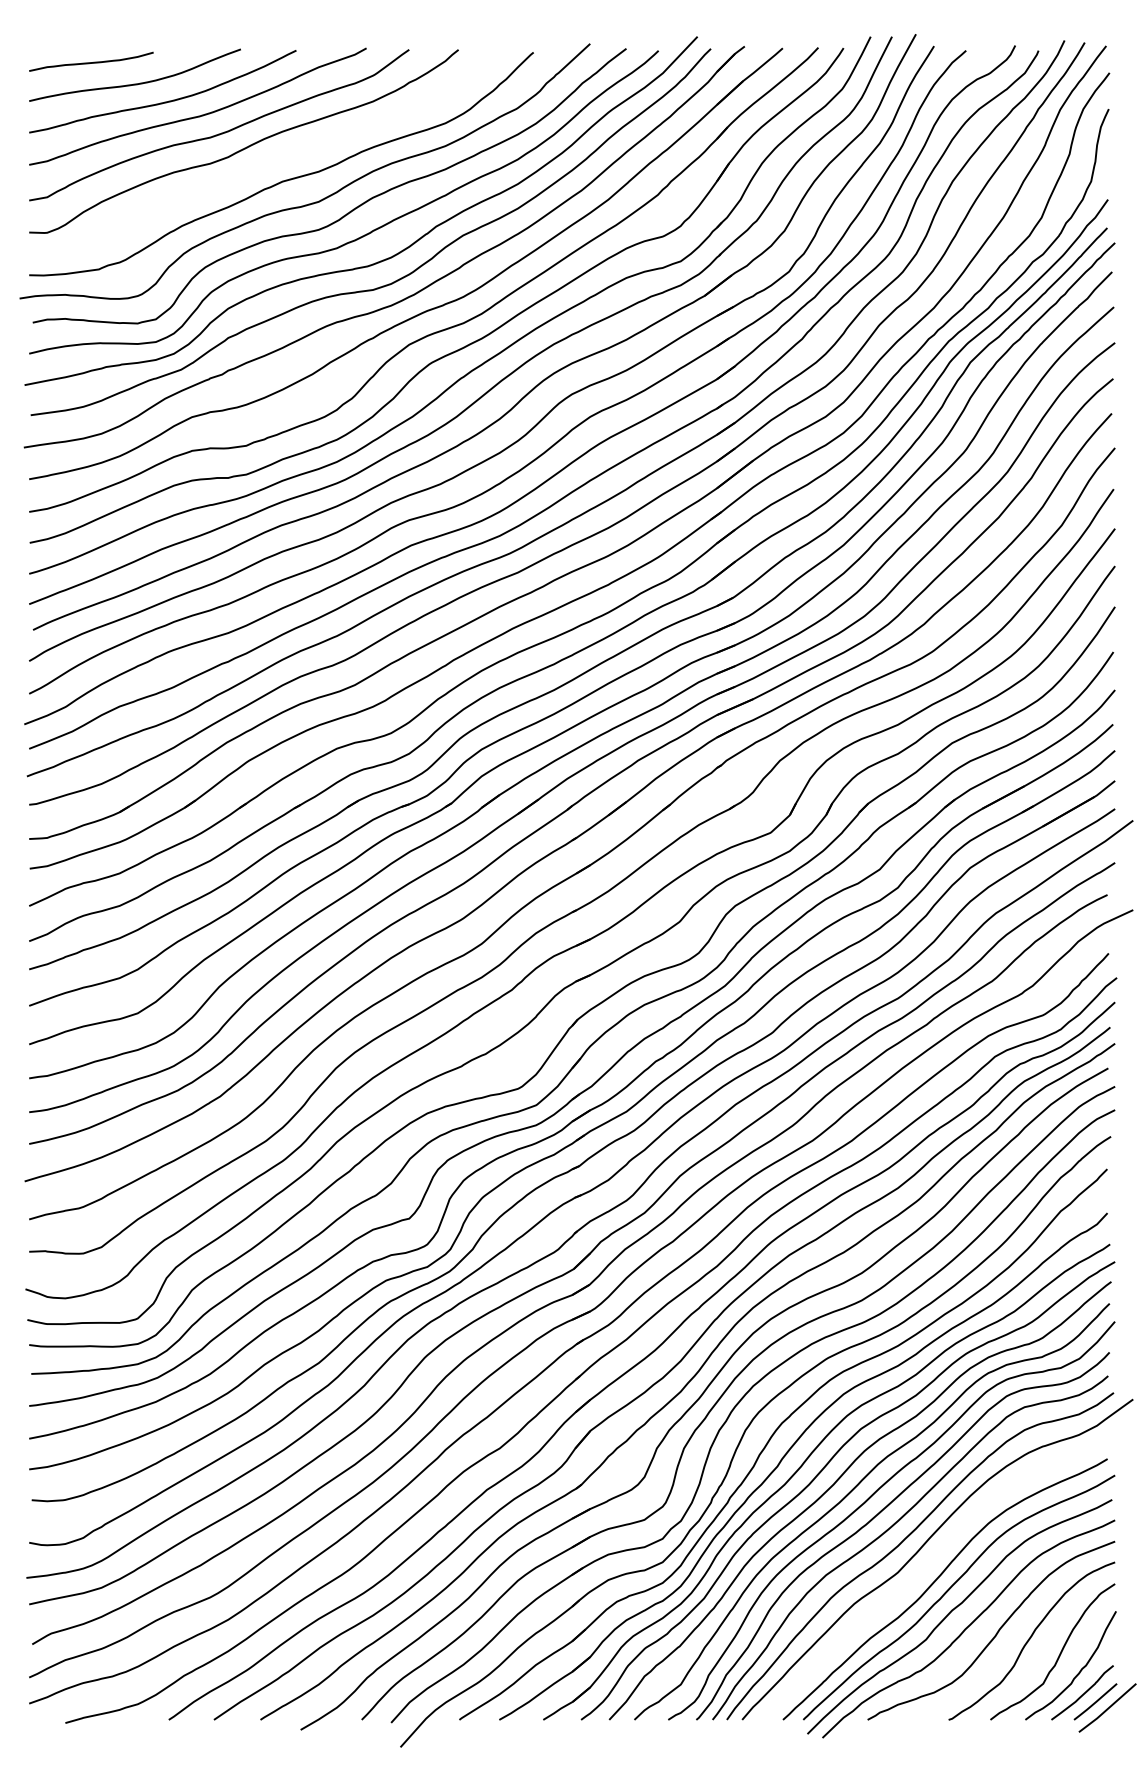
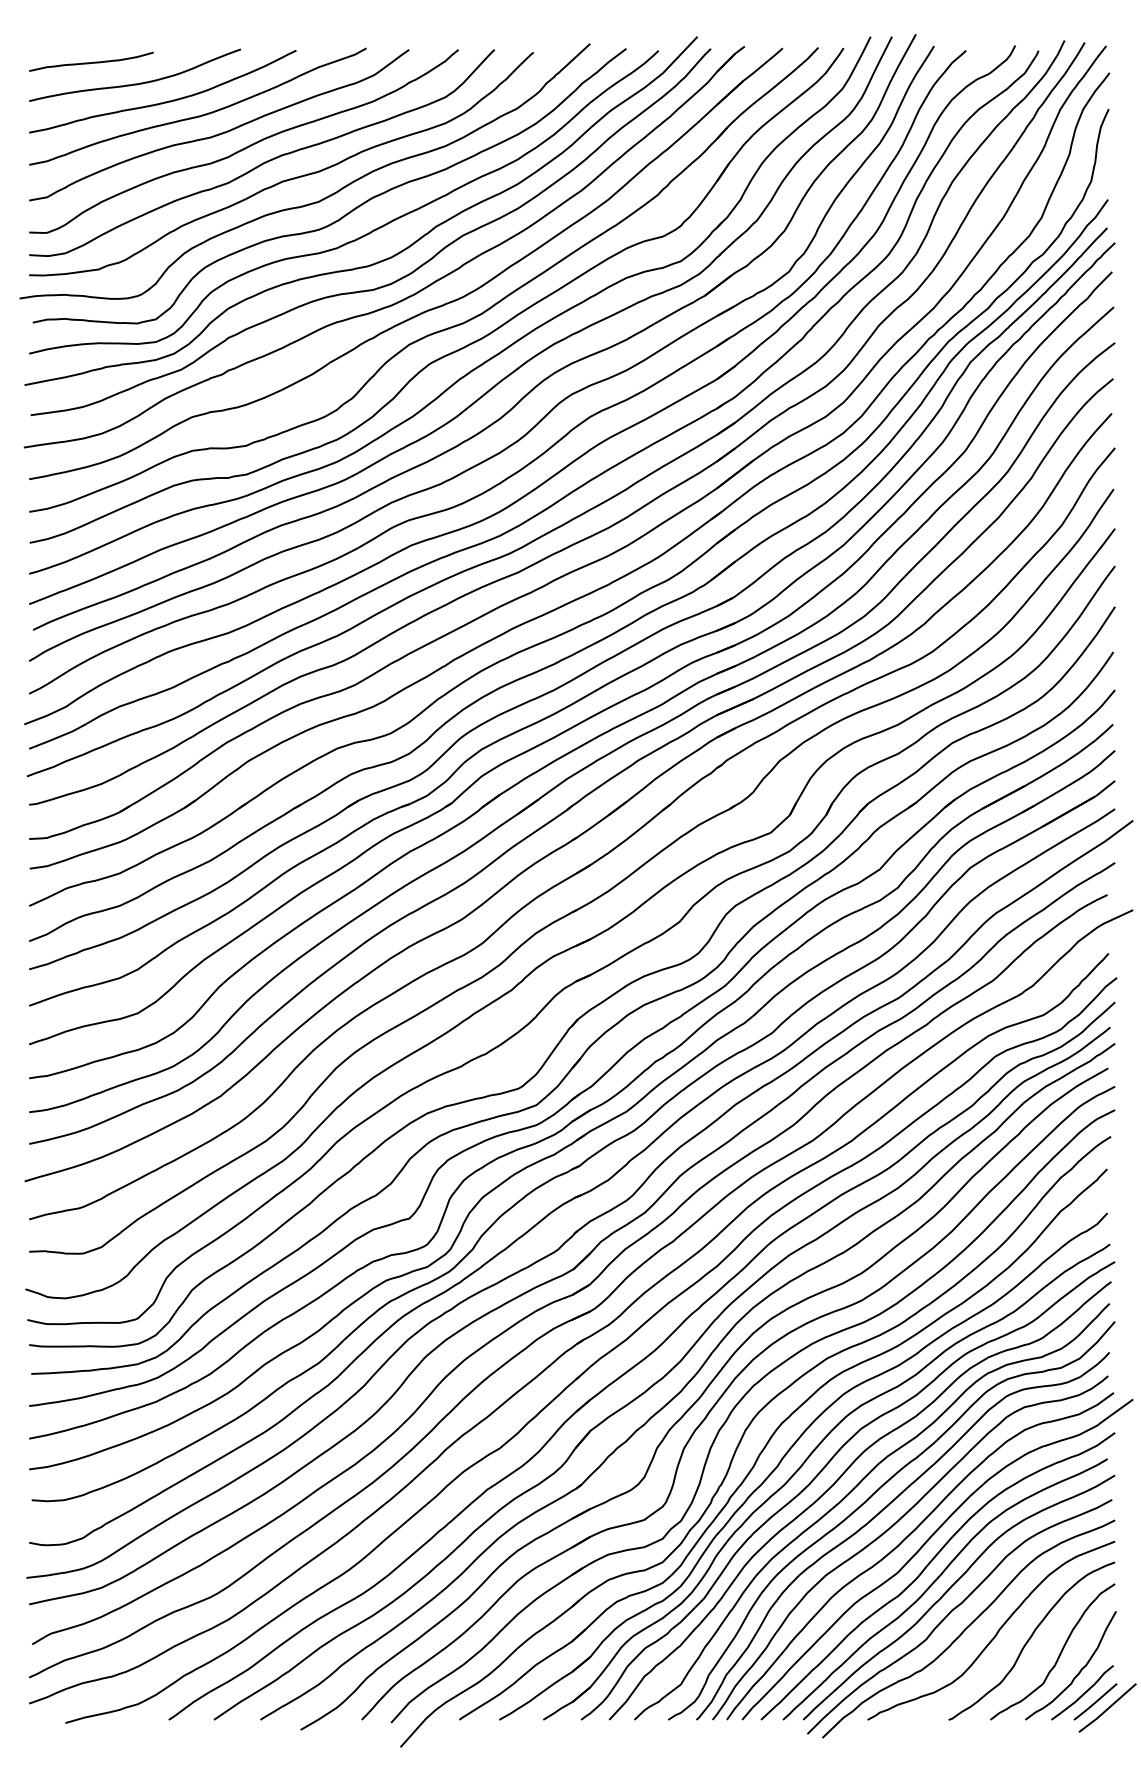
curve at (264, 161): none -> present
curve at (927, 1567): none -> present
